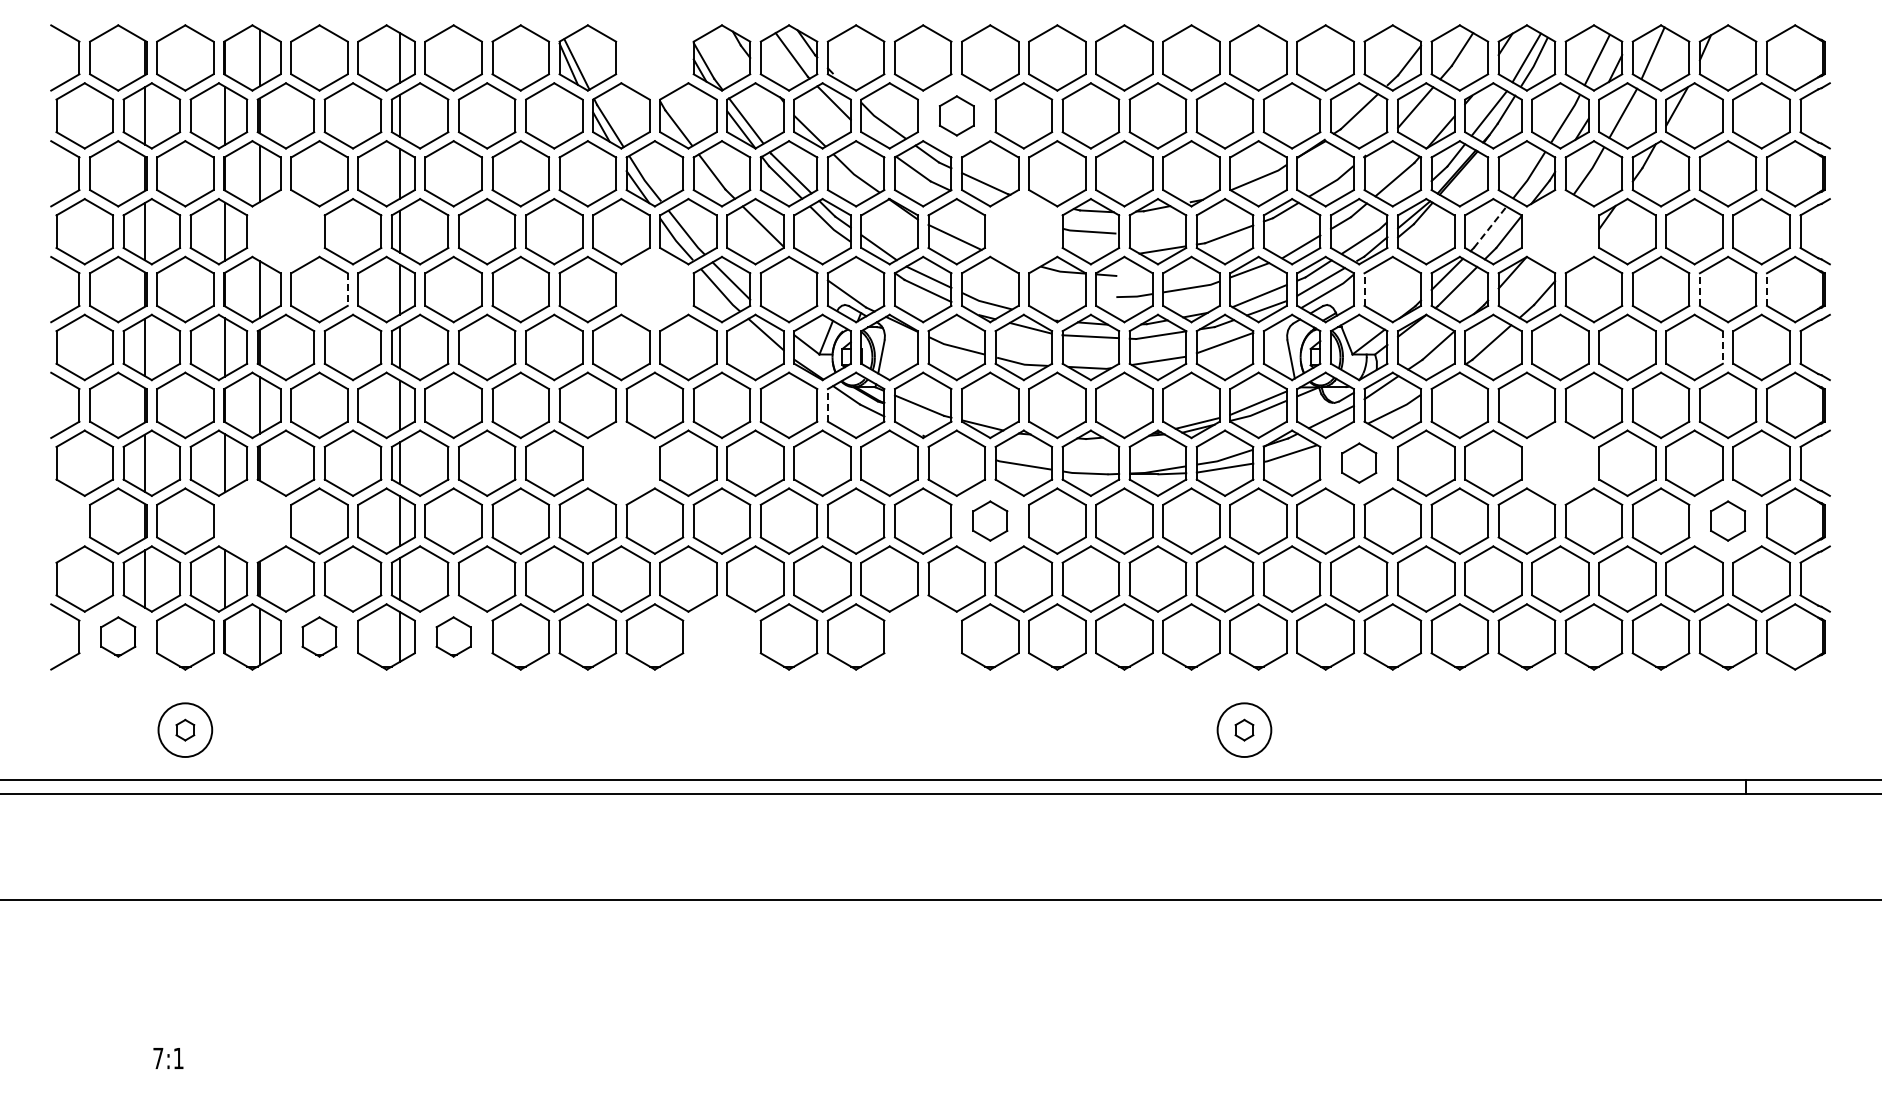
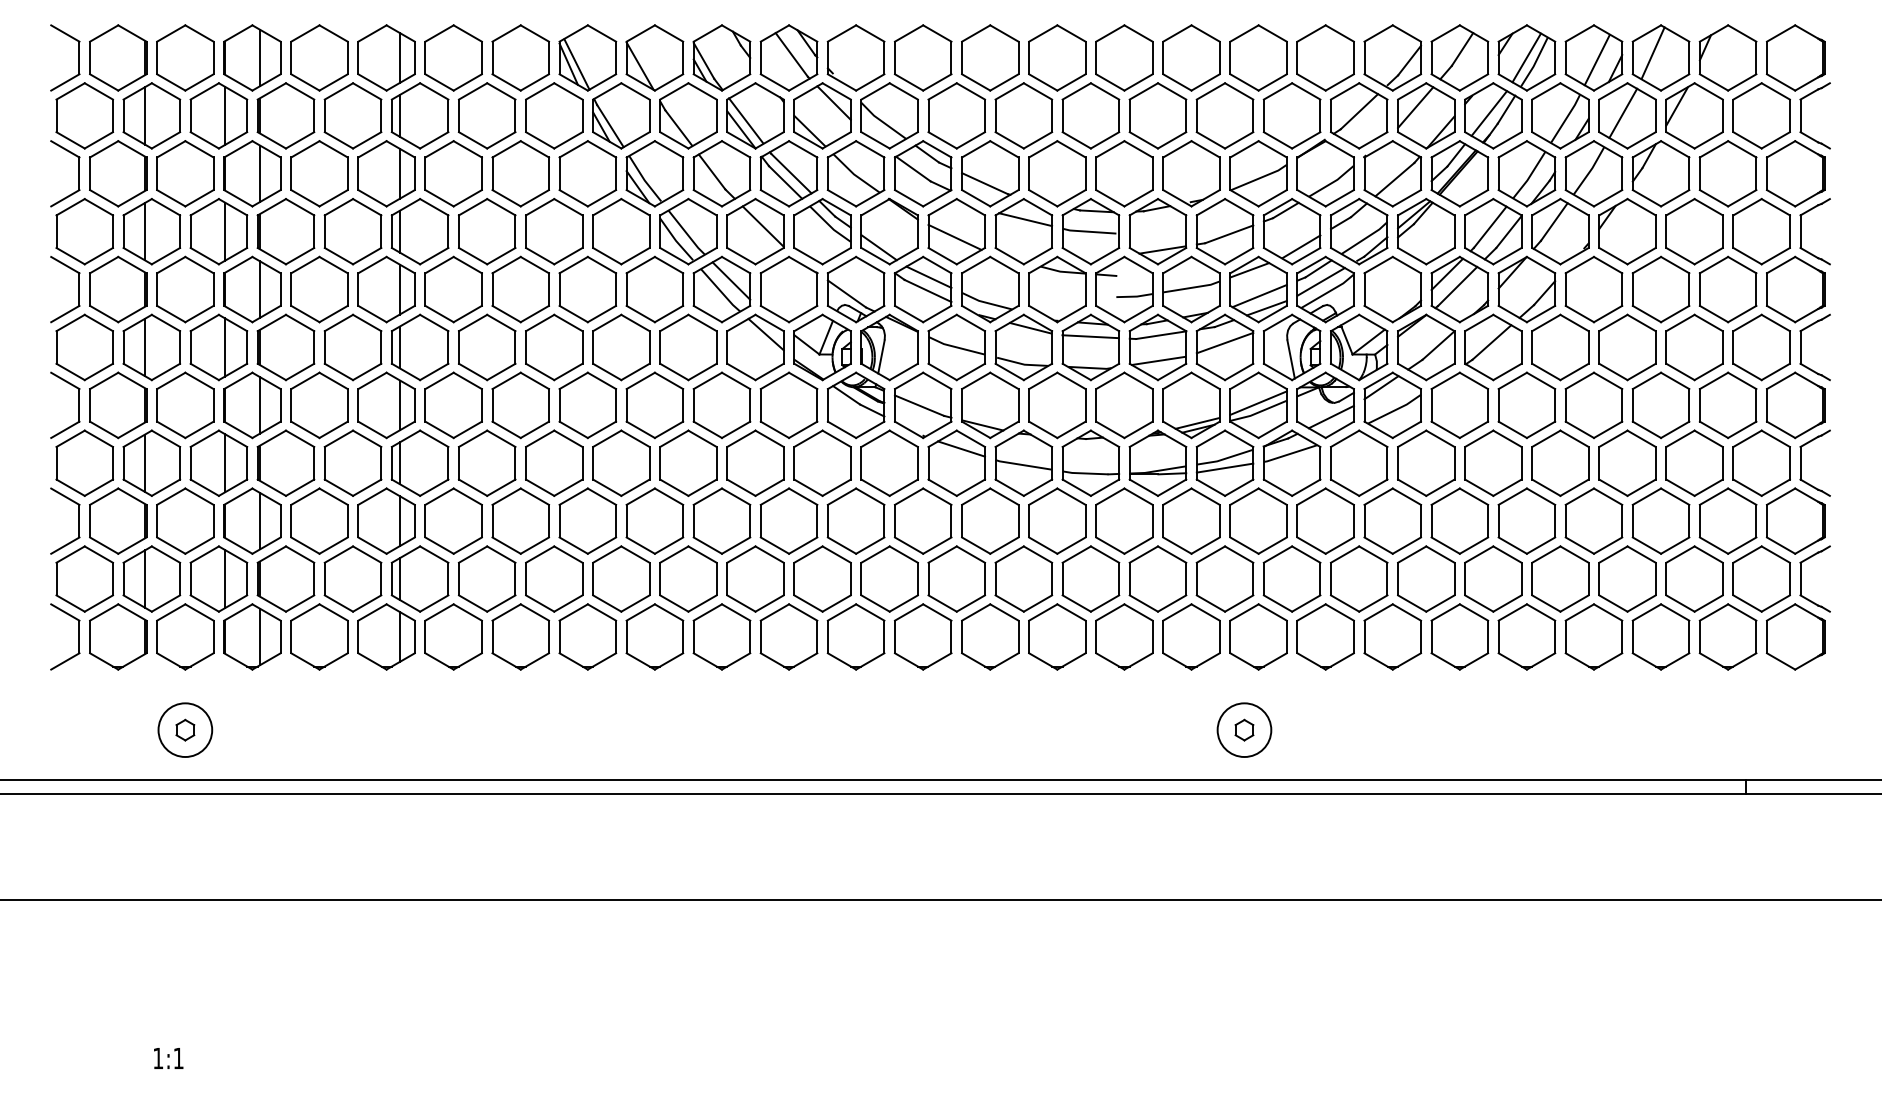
part at (654, 57): none -> present
part at (956, 115) size: 36x42 px -> 60x68 px
line at (1490, 226): dashed -> solid
part at (285, 231): none -> present
part at (1023, 231): none -> present
part at (1560, 231): none -> present
part at (654, 289): none -> present
line at (1364, 289): dashed -> solid
line at (1699, 289): dashed -> solid
line at (1766, 289): dashed -> solid
line at (347, 290): dashed -> solid
line at (1722, 347): dashed -> solid
line at (827, 404): dashed -> solid
line at (961, 448): none -> present
part at (621, 462): none -> present
part at (1359, 462) size: 37x42 px -> 59x68 px
part at (1560, 462): none -> present
part at (78, 520): none -> present
part at (252, 520): none -> present
part at (990, 520) size: 37x42 px -> 59x68 px
part at (1727, 520) size: 36x42 px -> 60x68 px
part at (118, 636) size: 37x42 px -> 59x68 px
part at (319, 636) size: 37x42 px -> 59x68 px
part at (453, 636) size: 37x42 px -> 59x68 px
part at (721, 636): none -> present
part at (922, 636): none -> present
text at (158, 1058): 7:1 -> 1:1
